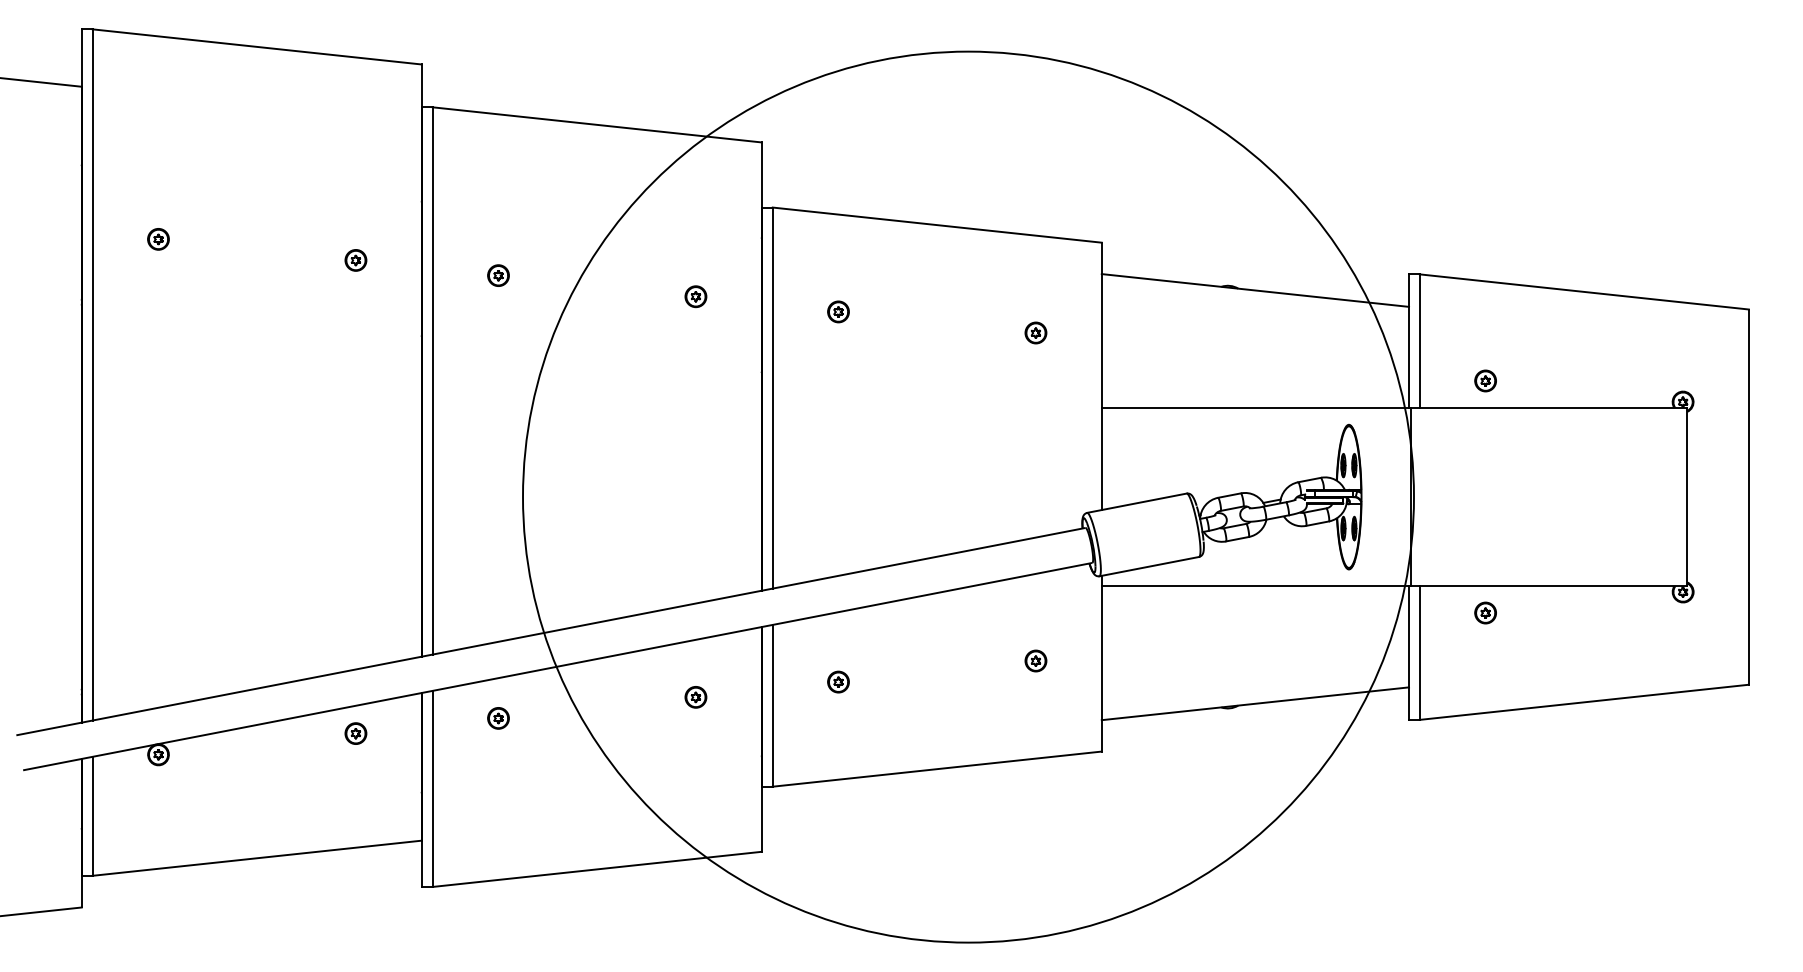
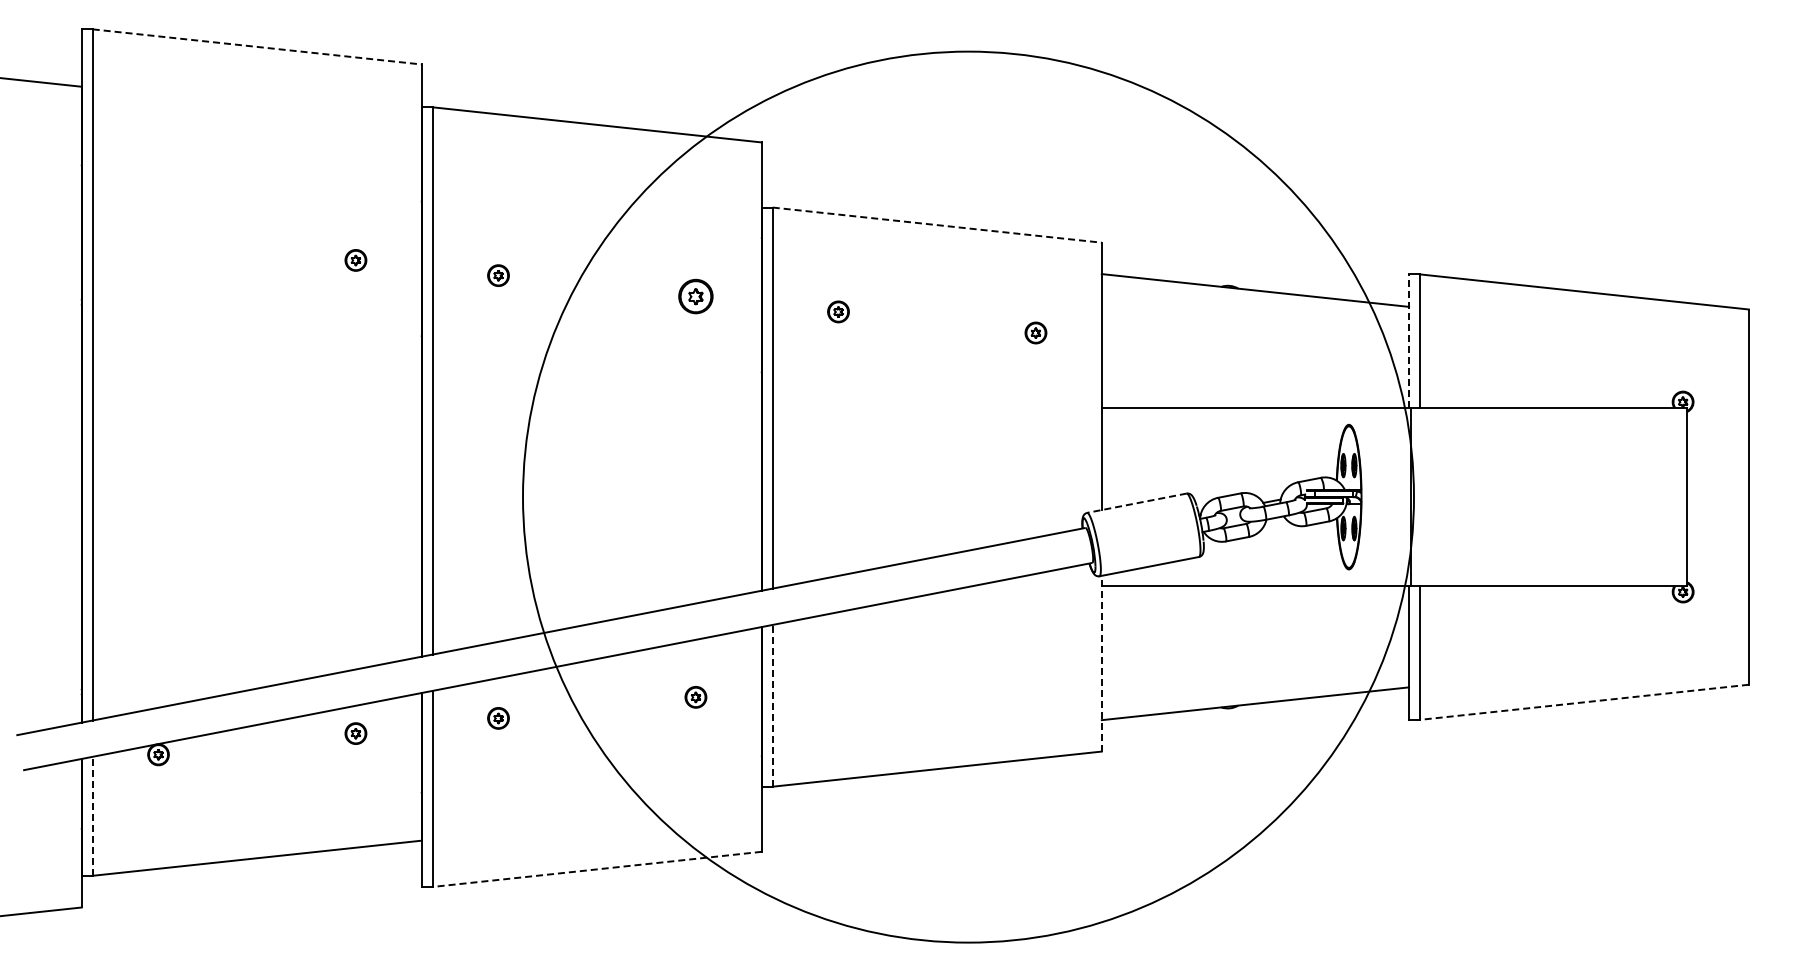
line at (257, 46): solid -> dashed
line at (937, 225): solid -> dashed
part at (158, 239): present -> none
part at (695, 296) size: 24x24 px -> 36x37 px
line at (1409, 341): solid -> dashed
part at (1485, 380): present -> none
line at (1136, 503): solid -> dashed
part at (1485, 612): present -> none
part at (1035, 660): present -> none
line at (1101, 663): solid -> dashed
part at (838, 681): present -> none
line at (1583, 702): solid -> dashed
line at (772, 705): solid -> dashed
line at (92, 815): solid -> dashed
line at (596, 869): solid -> dashed
